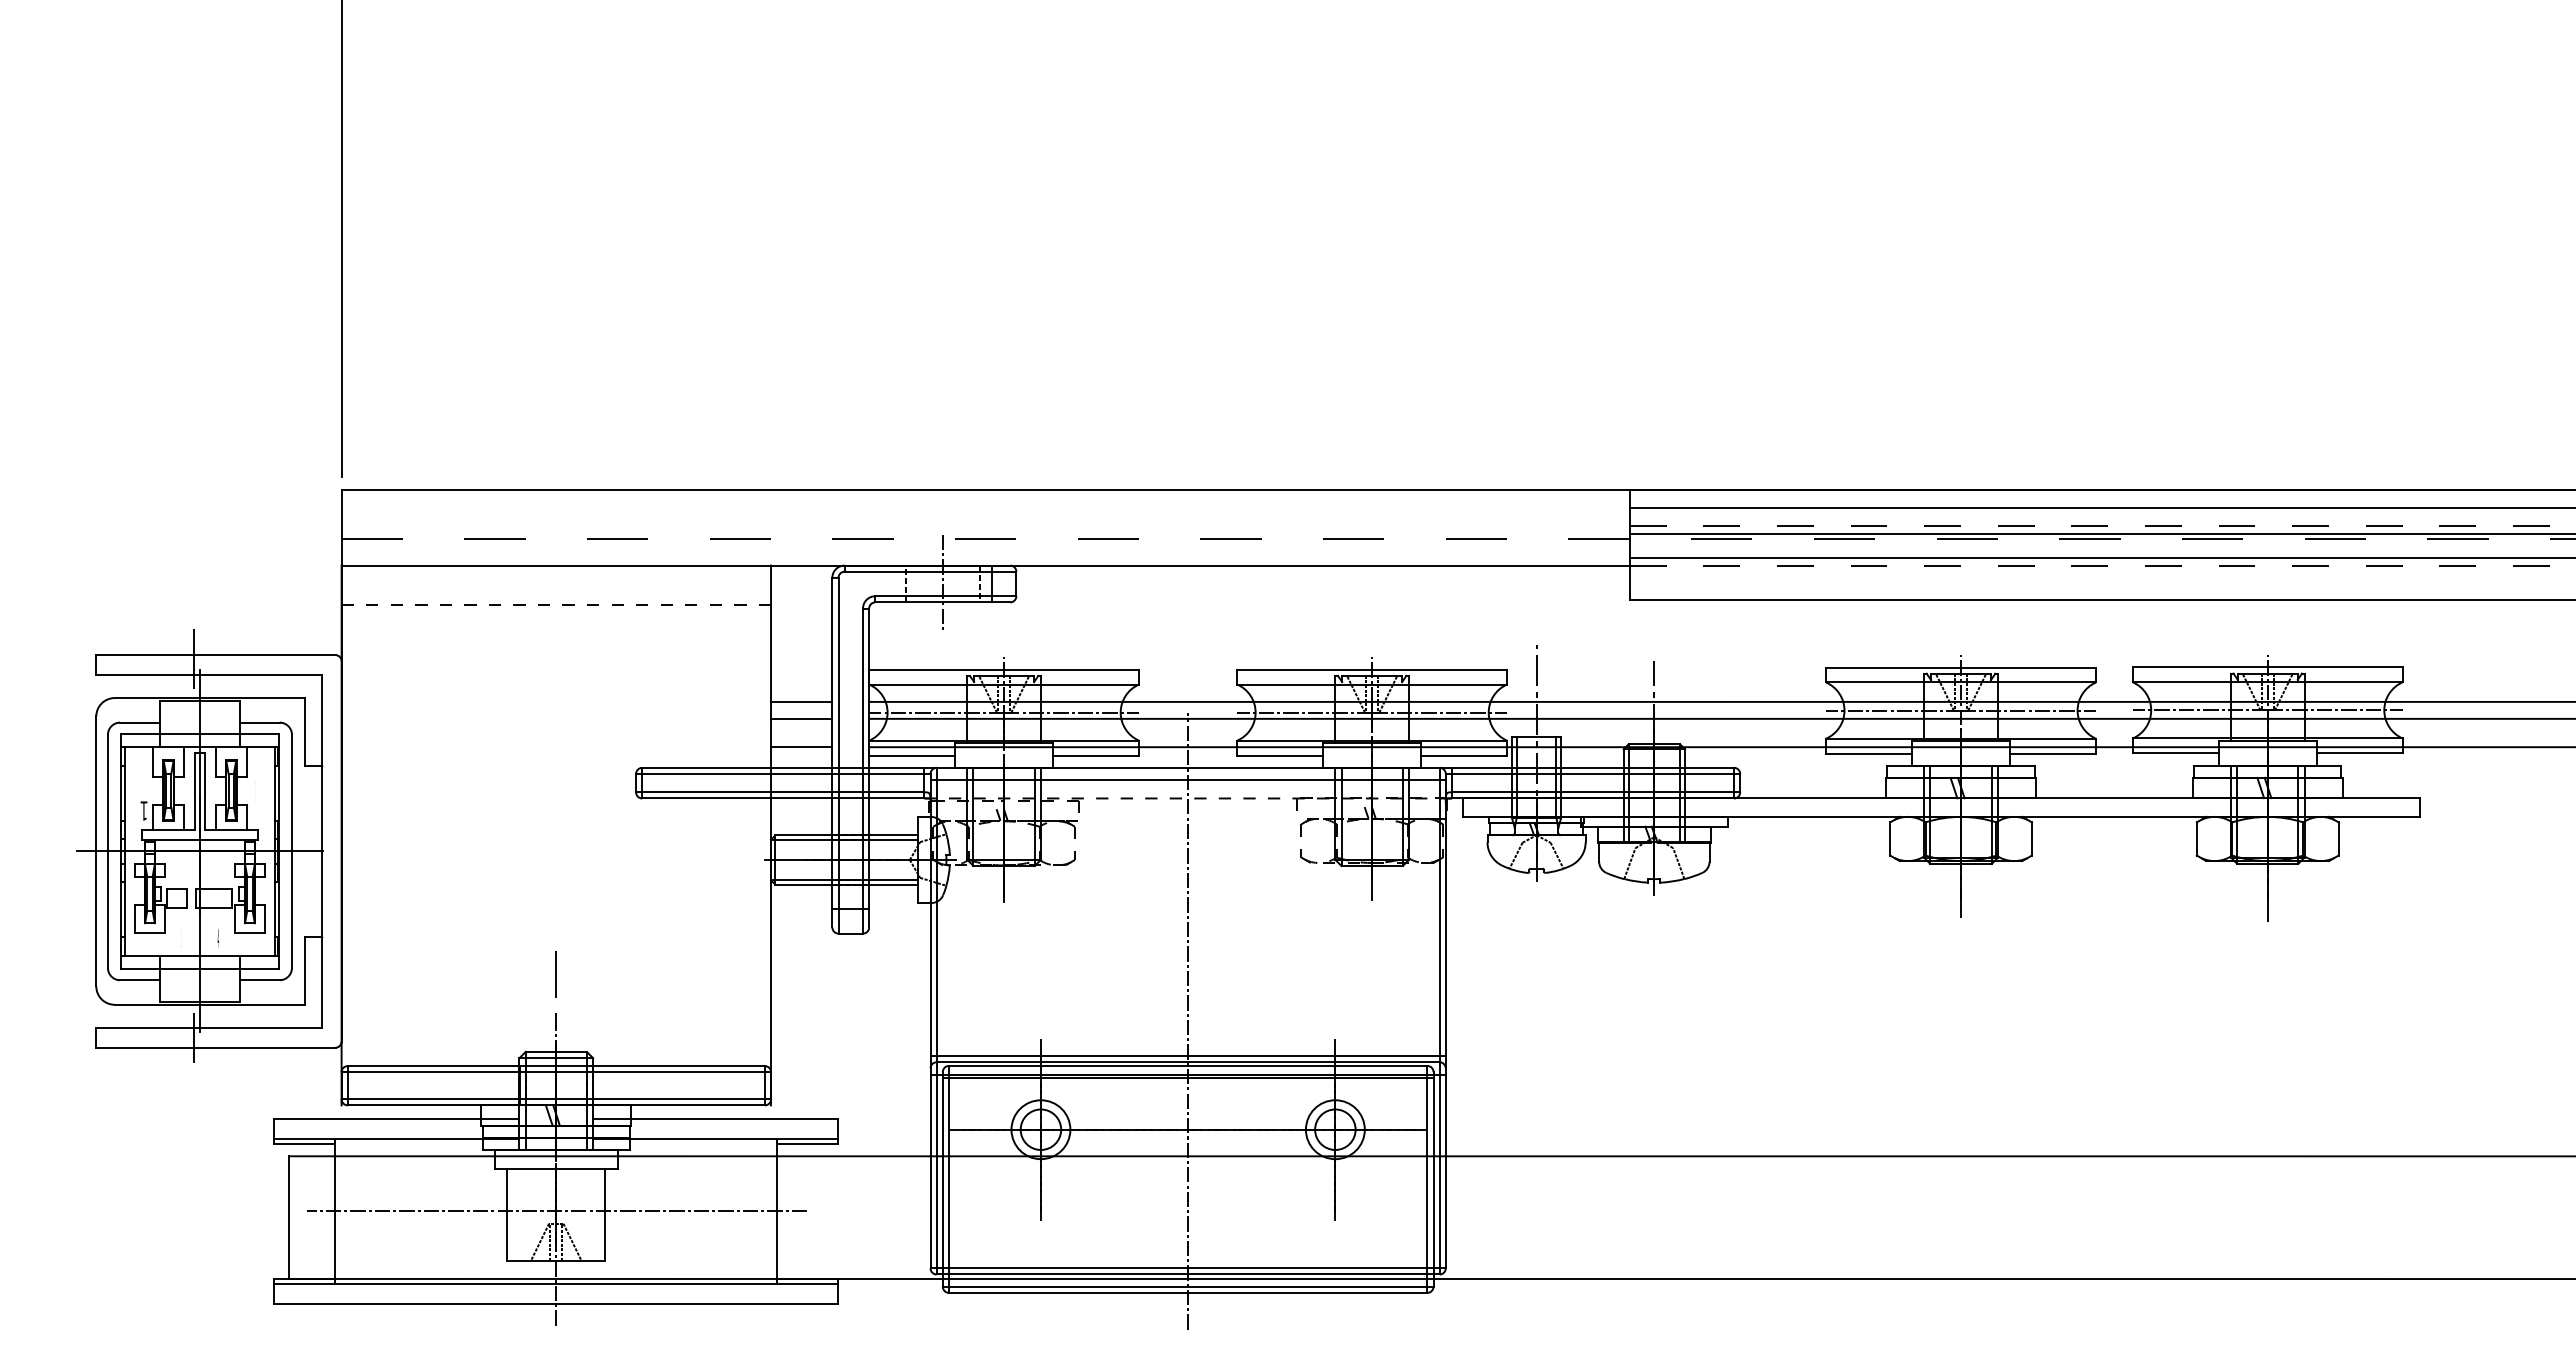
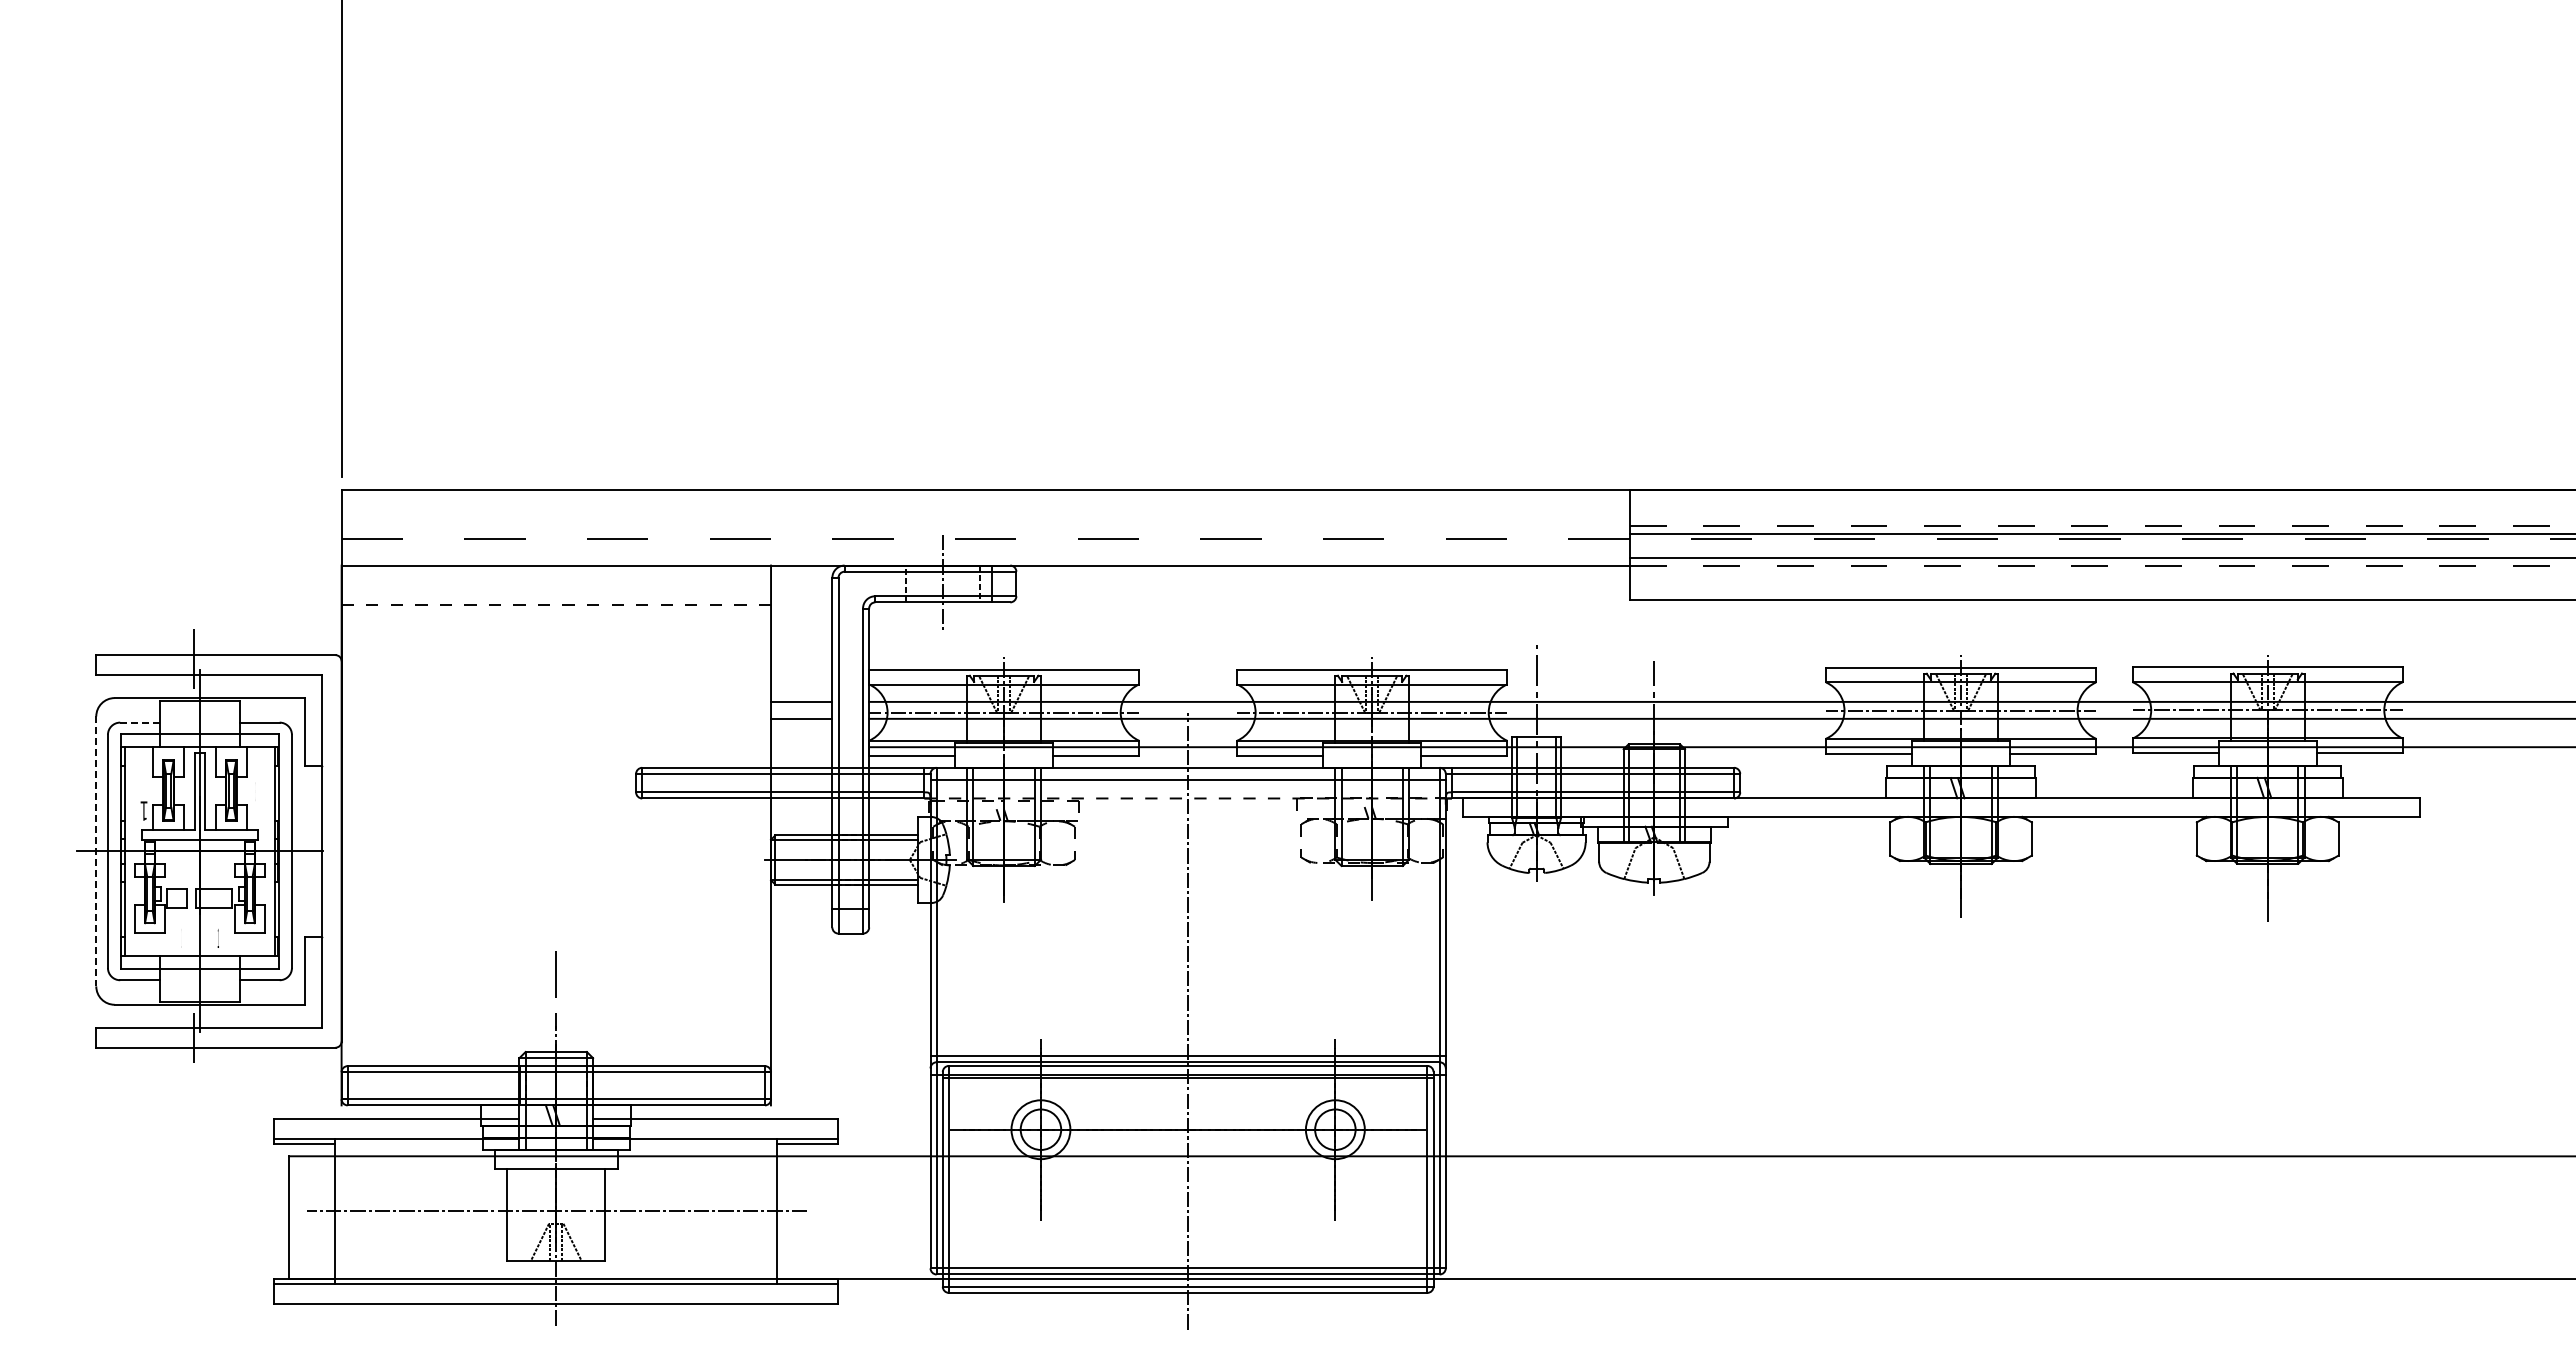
line at (2100, 507): present -> none
line at (140, 722): solid -> dashed
line at (801, 747): present -> none
line at (96, 851): solid -> dashed
text at (218, 938): ４ -> １
